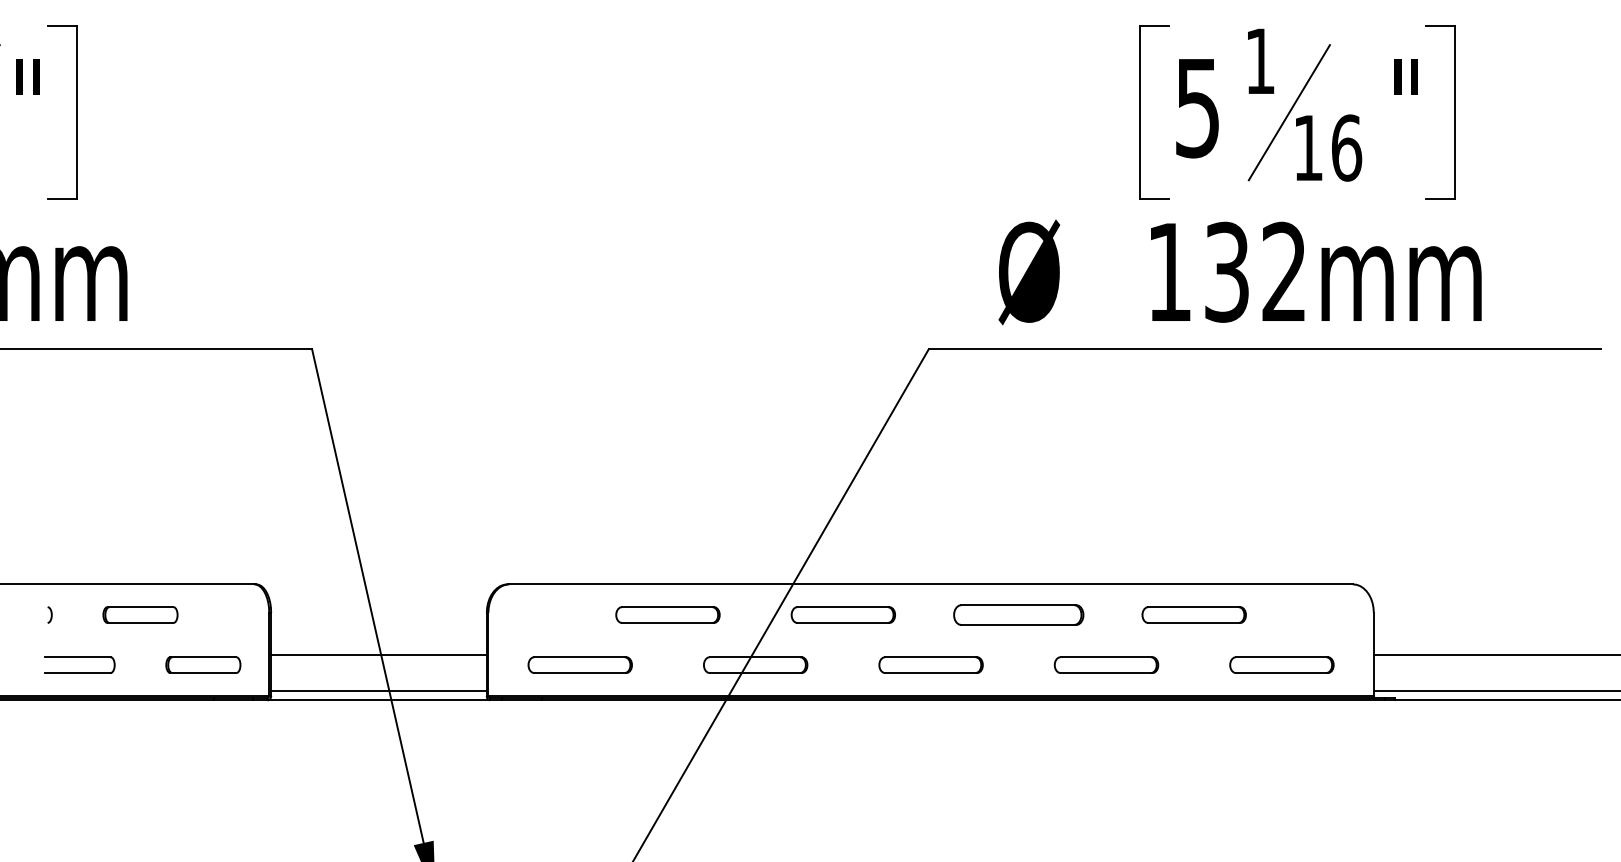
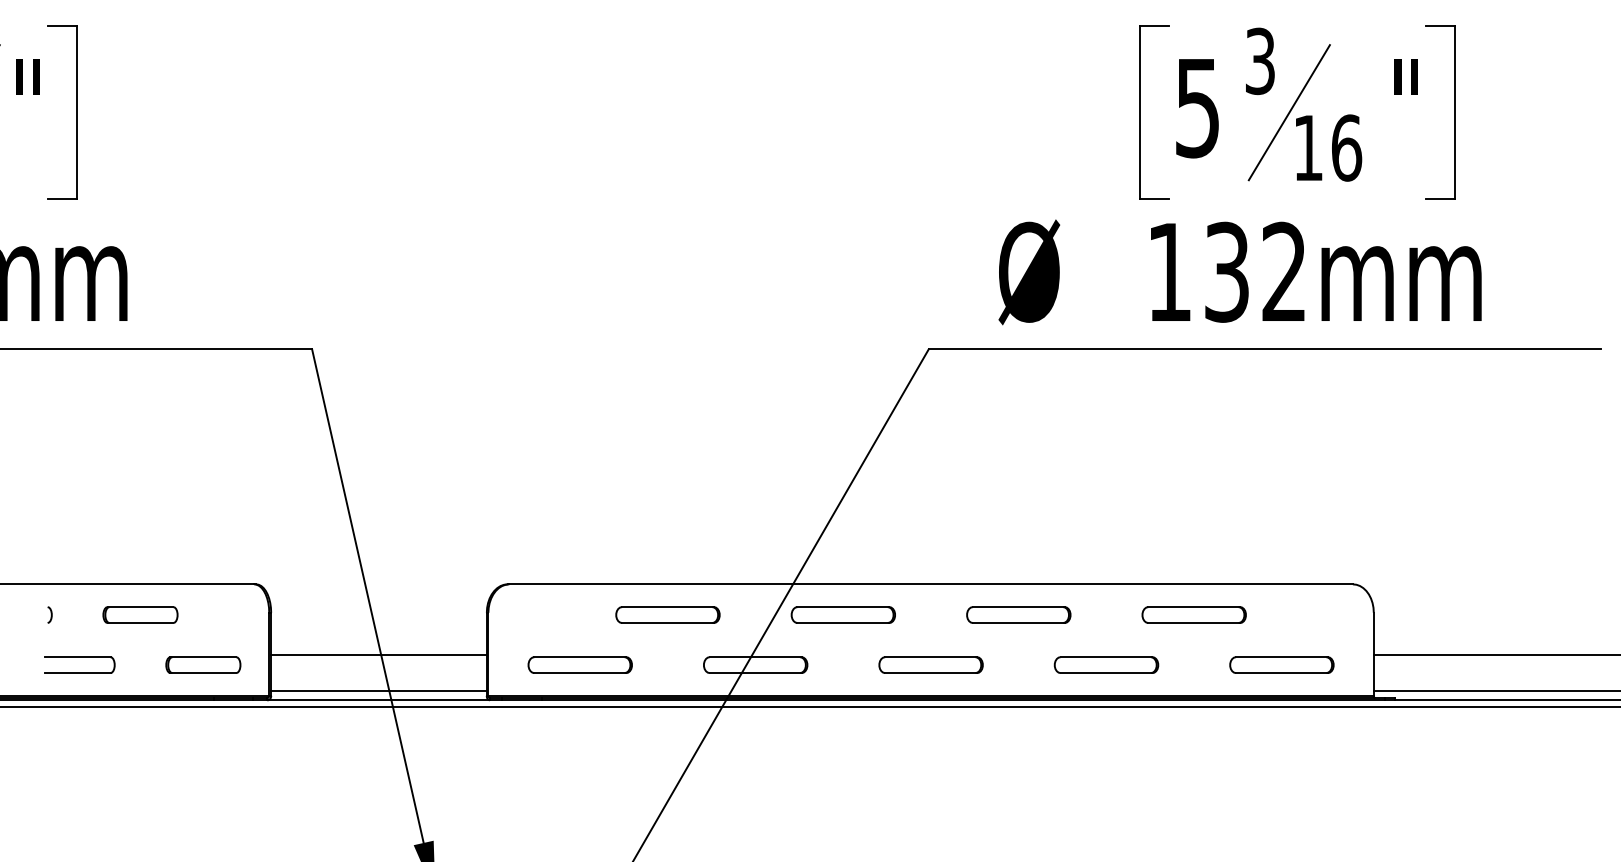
text at (1260, 61): 1 -> 3
part at (1018, 614) size: 132x22 px -> 106x18 px
line at (809, 707): none -> present
